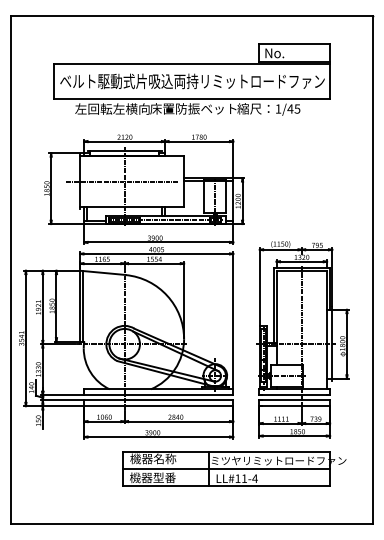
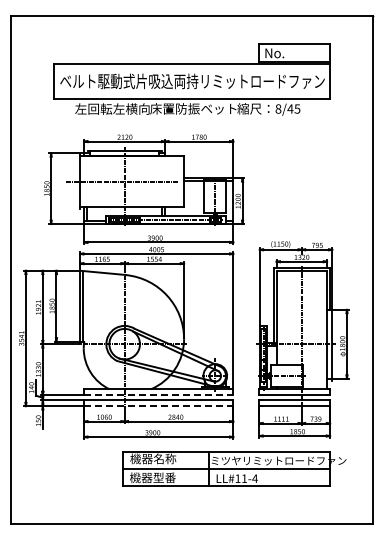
text at (278, 108): 1/45 -> 8/45
line at (158, 395): solid -> dashed
line at (158, 406): solid -> dashed
